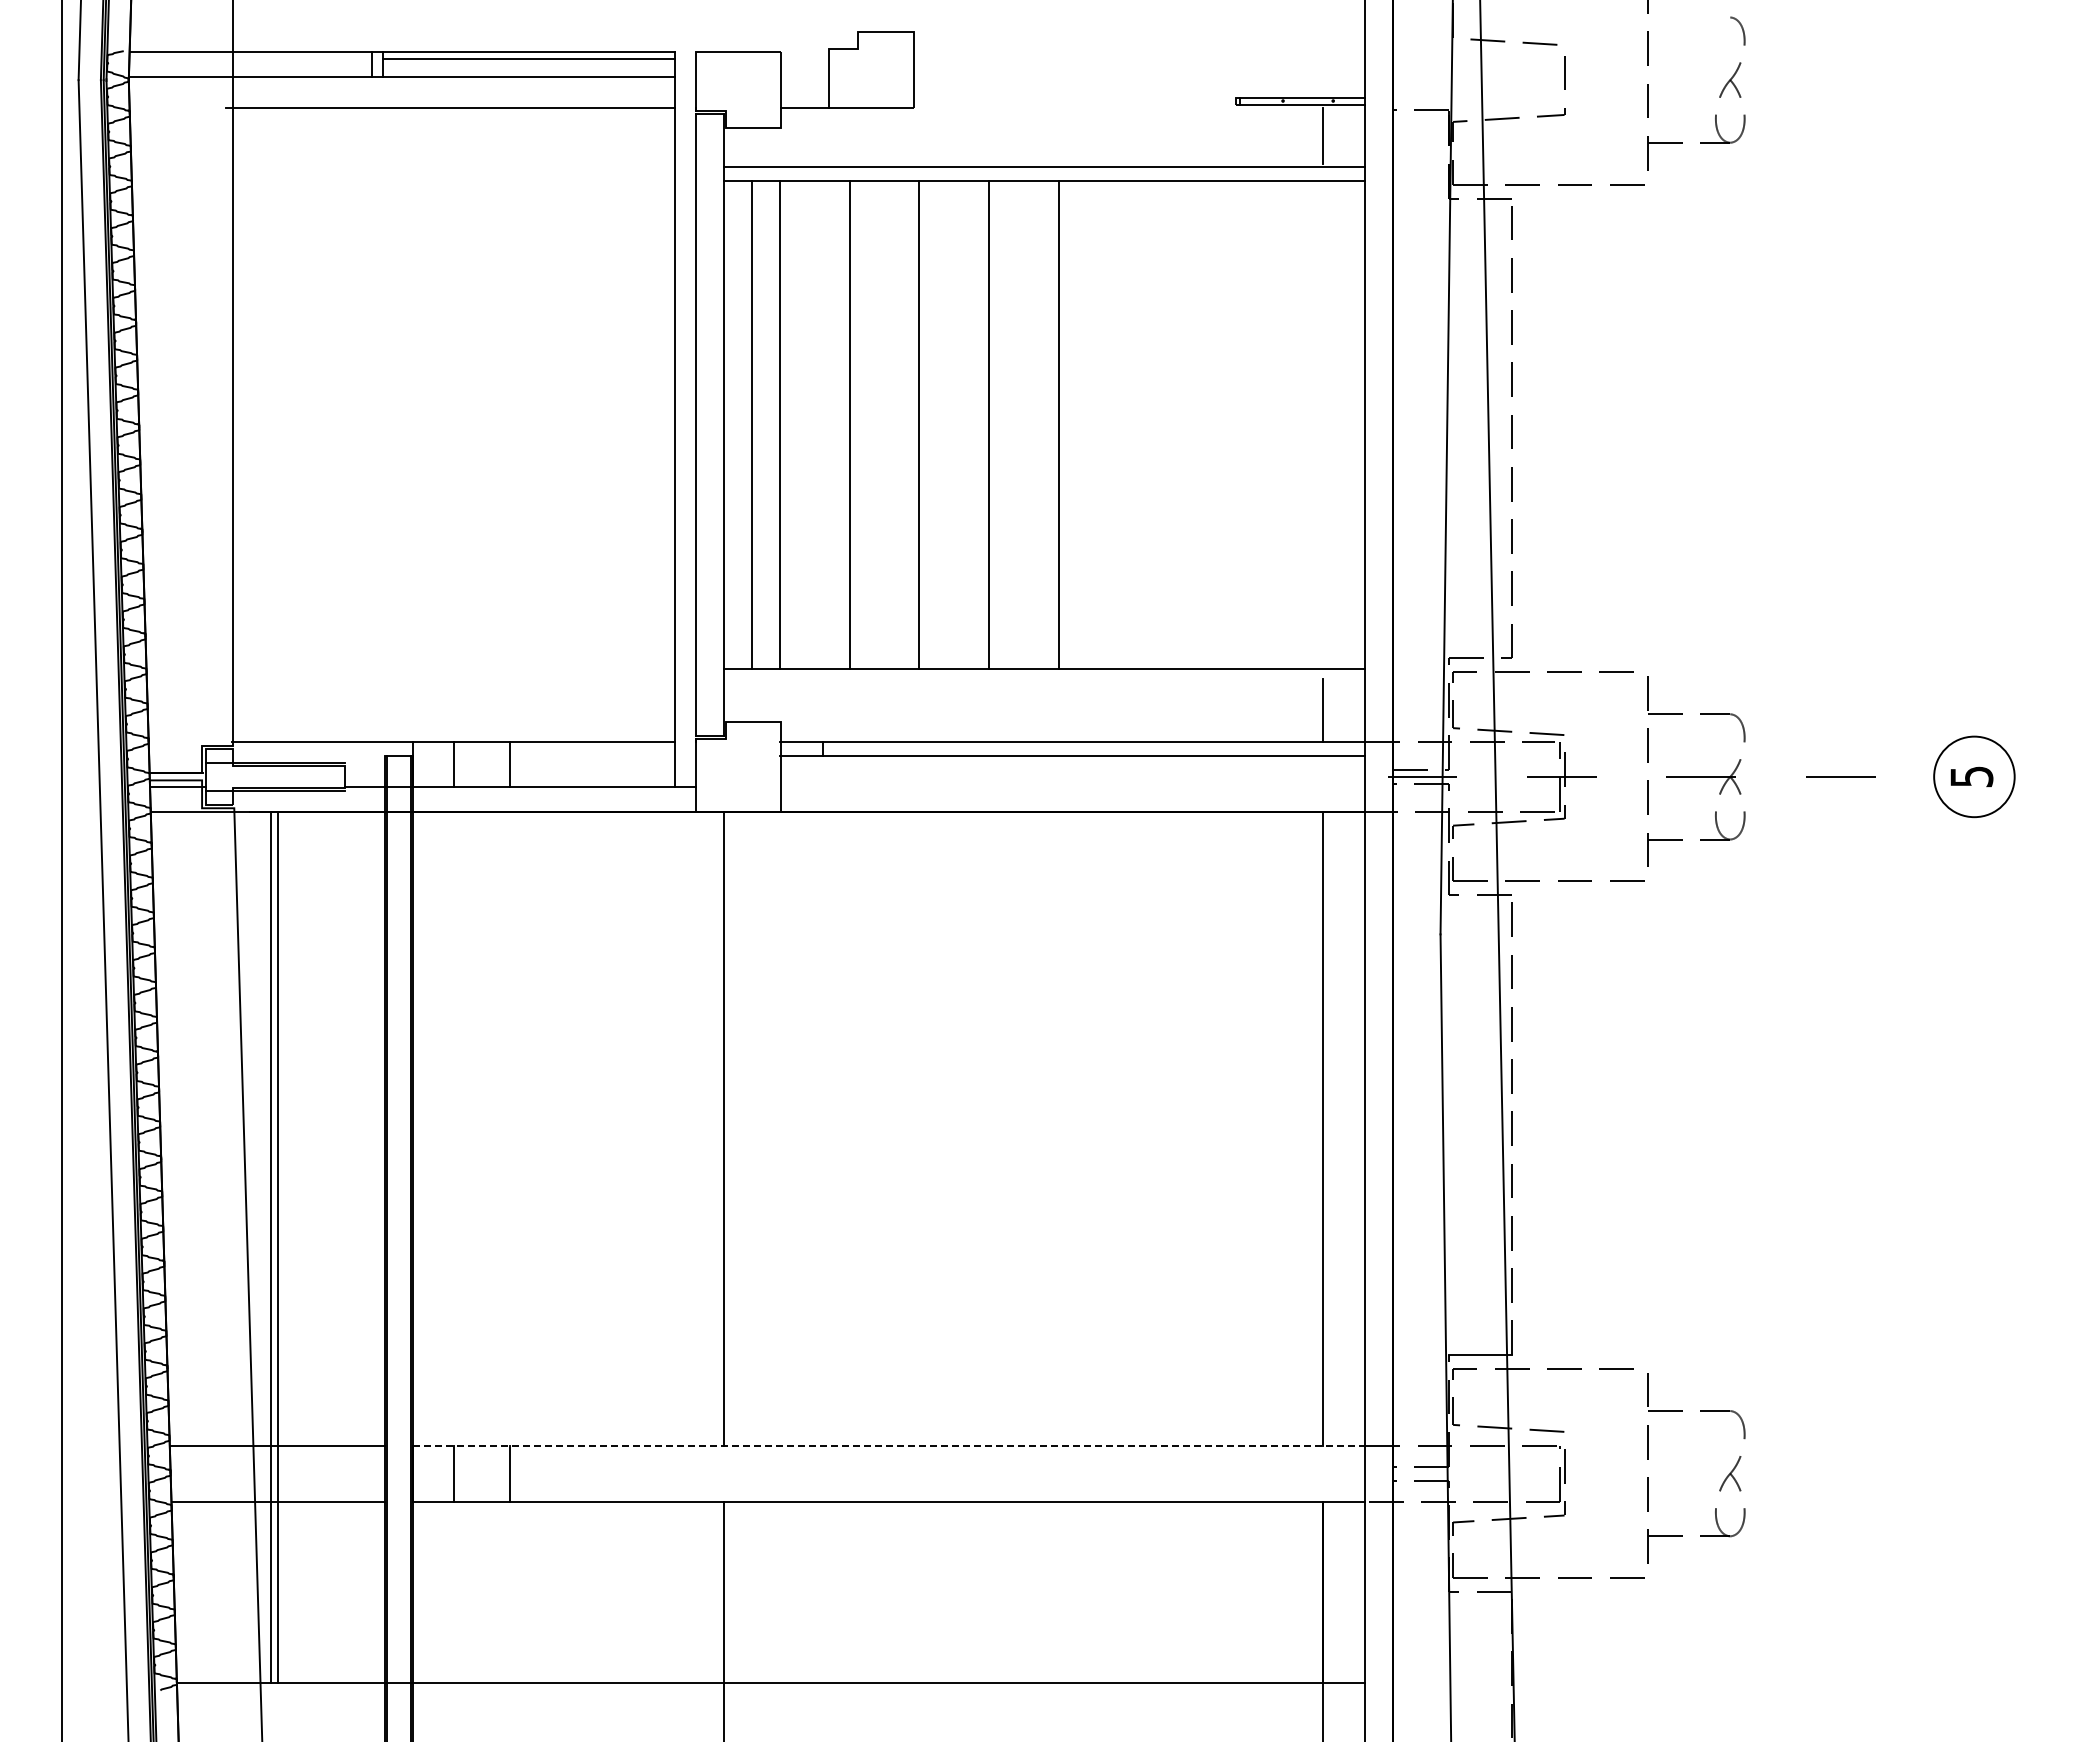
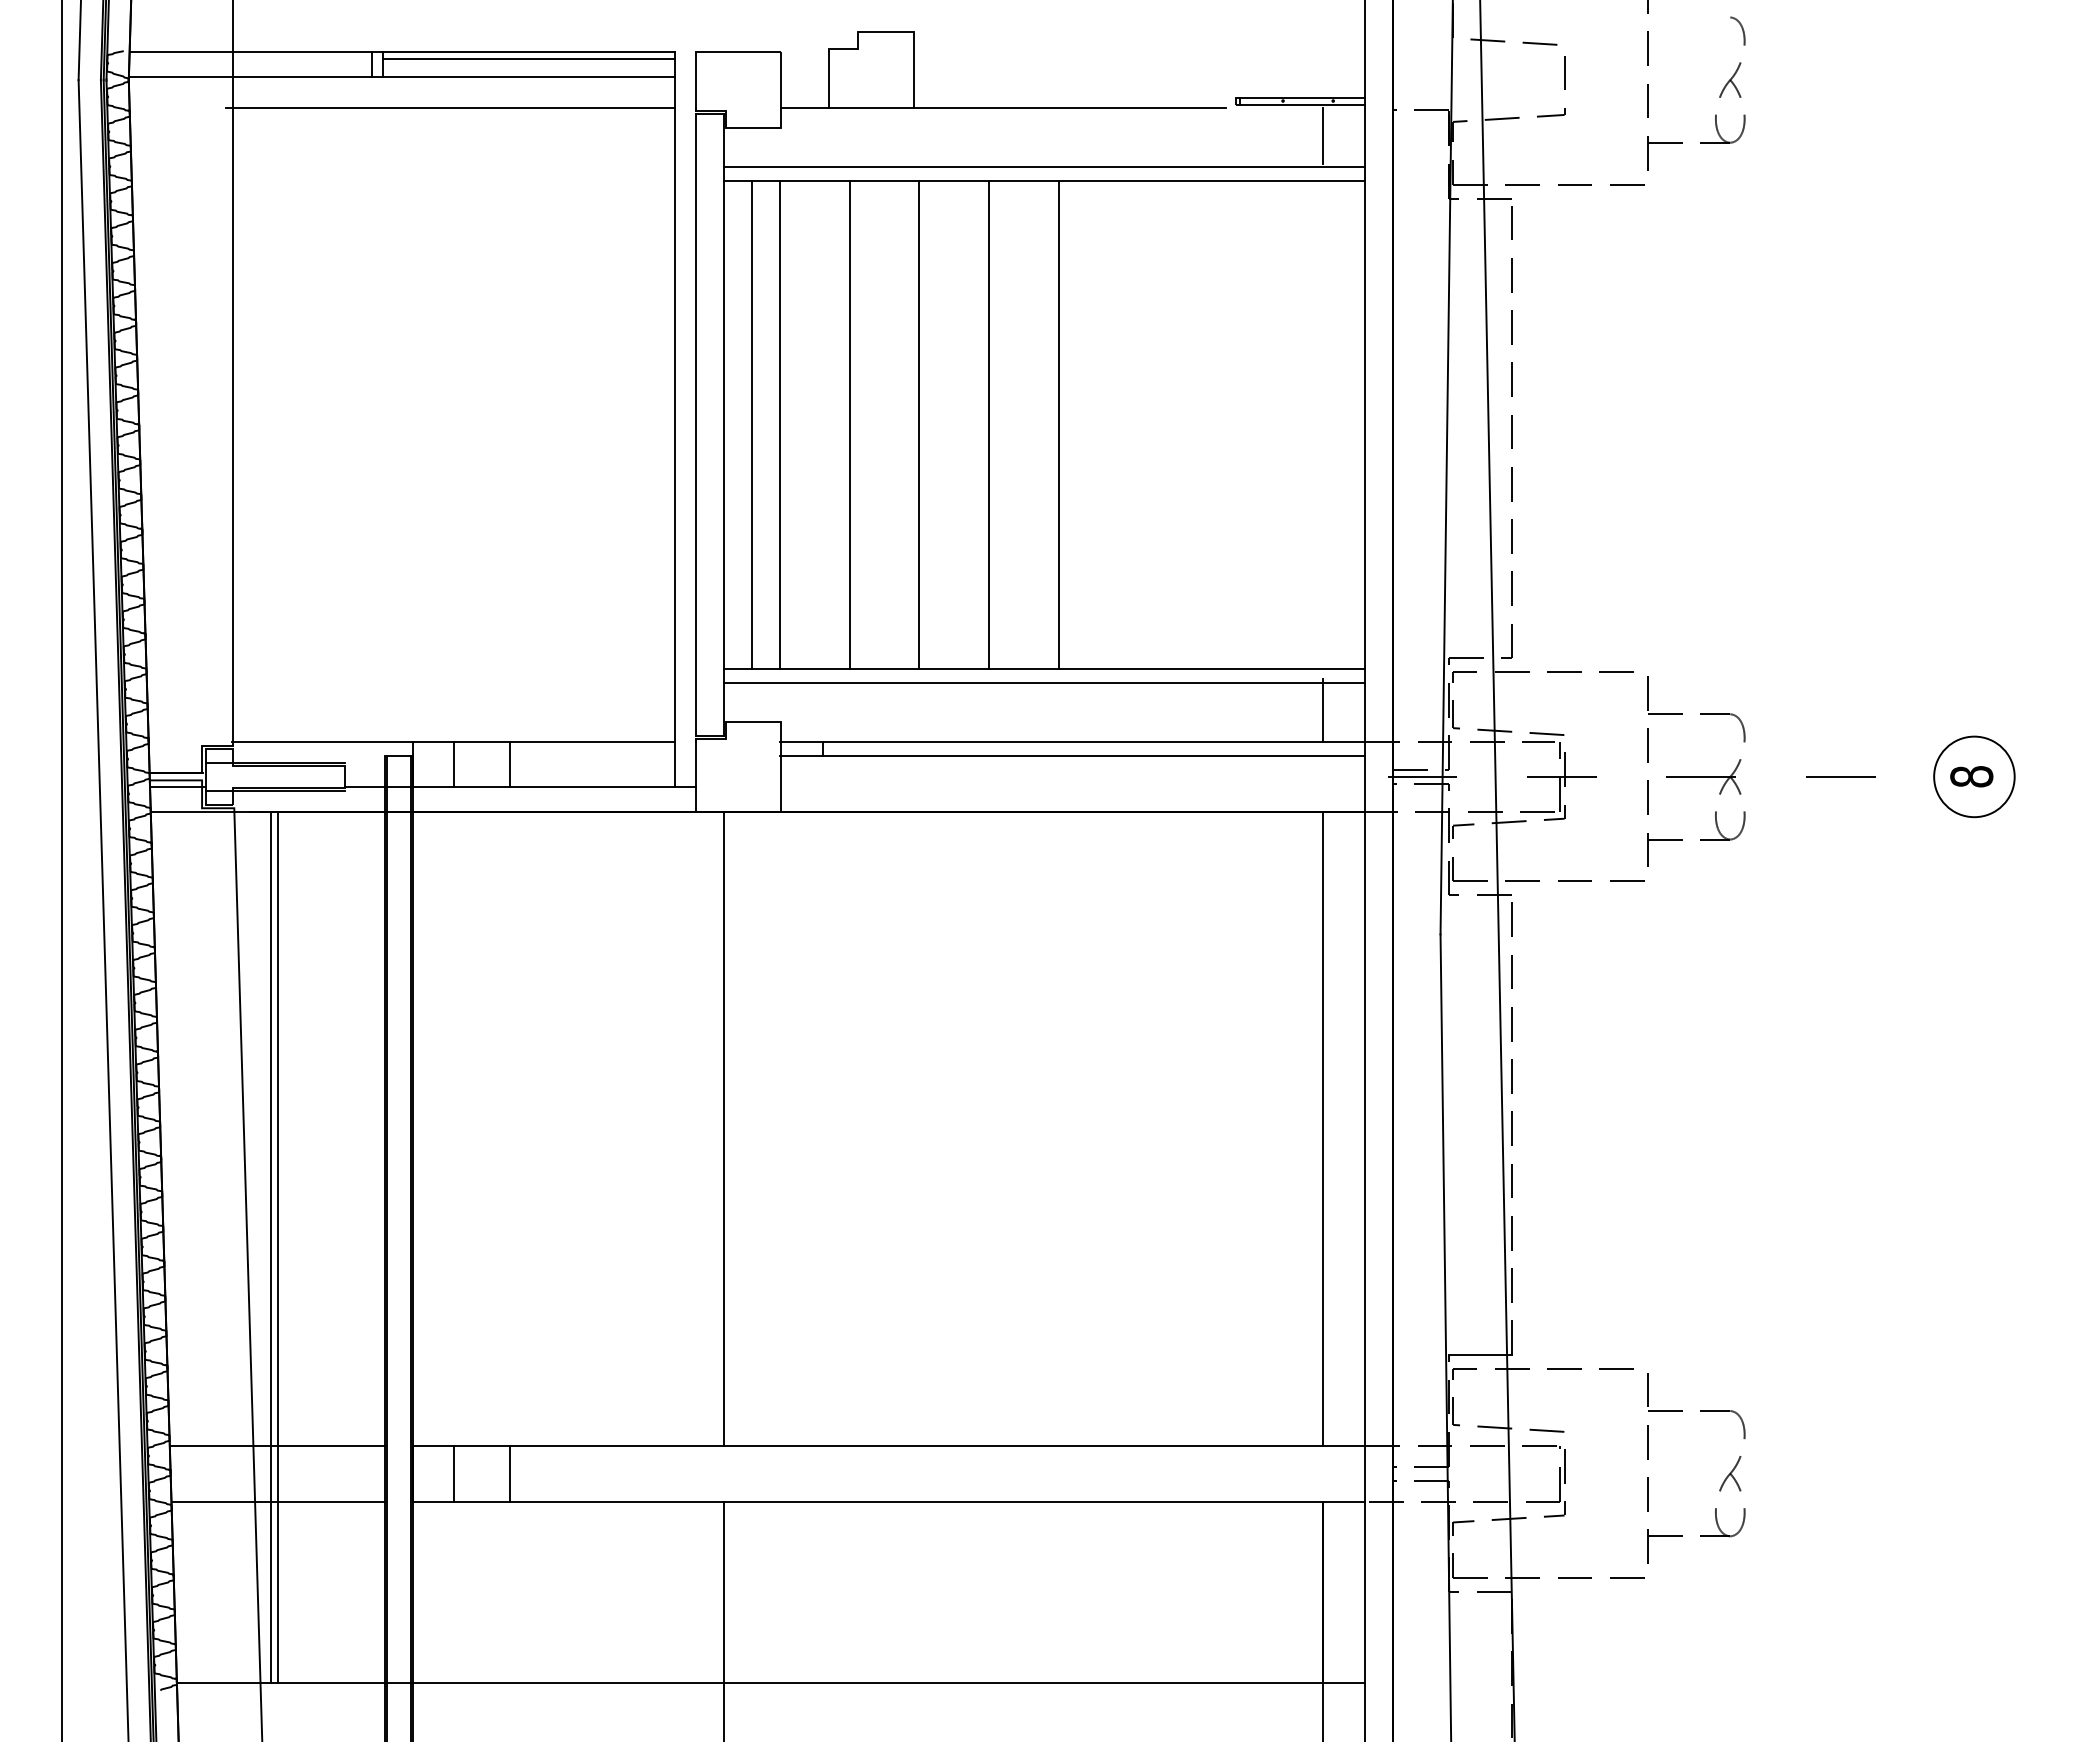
line at (1069, 108): none -> present
line at (1044, 682): none -> present
text at (1971, 776): 5 -> 8
line at (889, 1445): dashed -> solid
